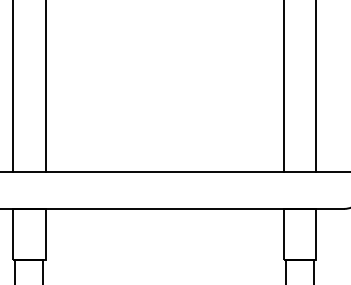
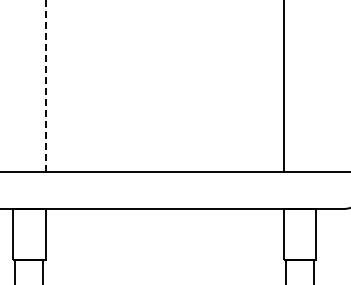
line at (45, 85): solid -> dashed
line at (12, 86): present -> none
line at (316, 86): present -> none
